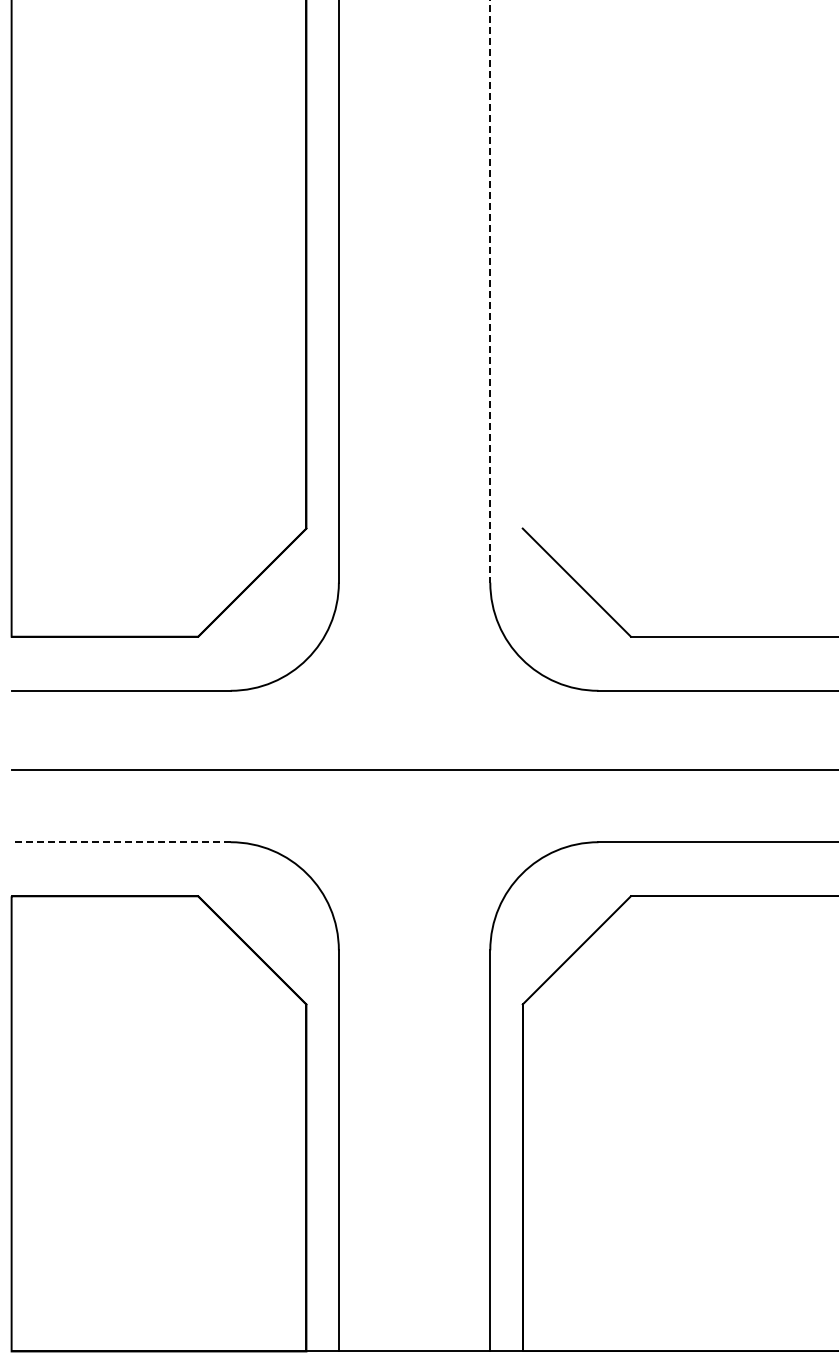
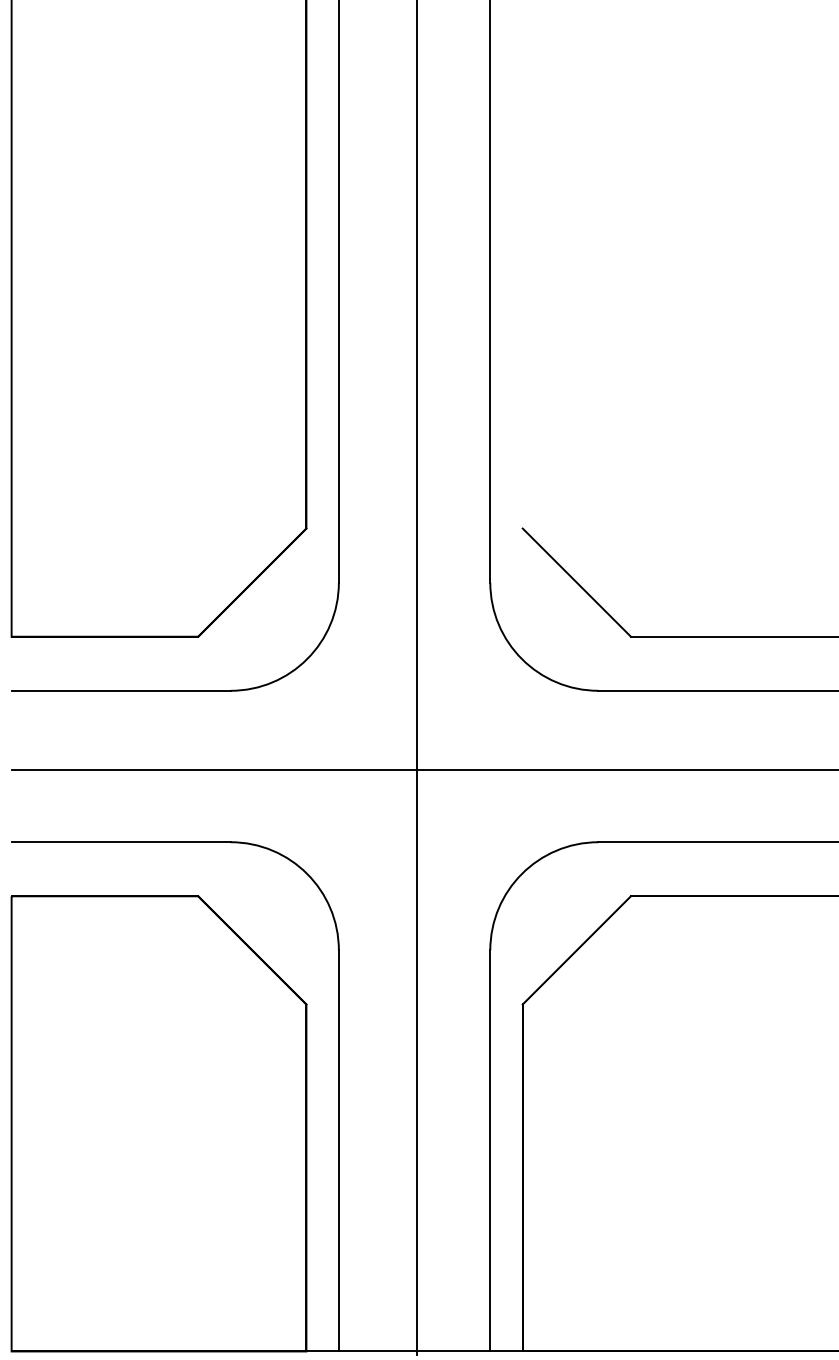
line at (490, 291): dashed -> solid
line at (416, 678): none -> present
line at (121, 842): dashed -> solid
